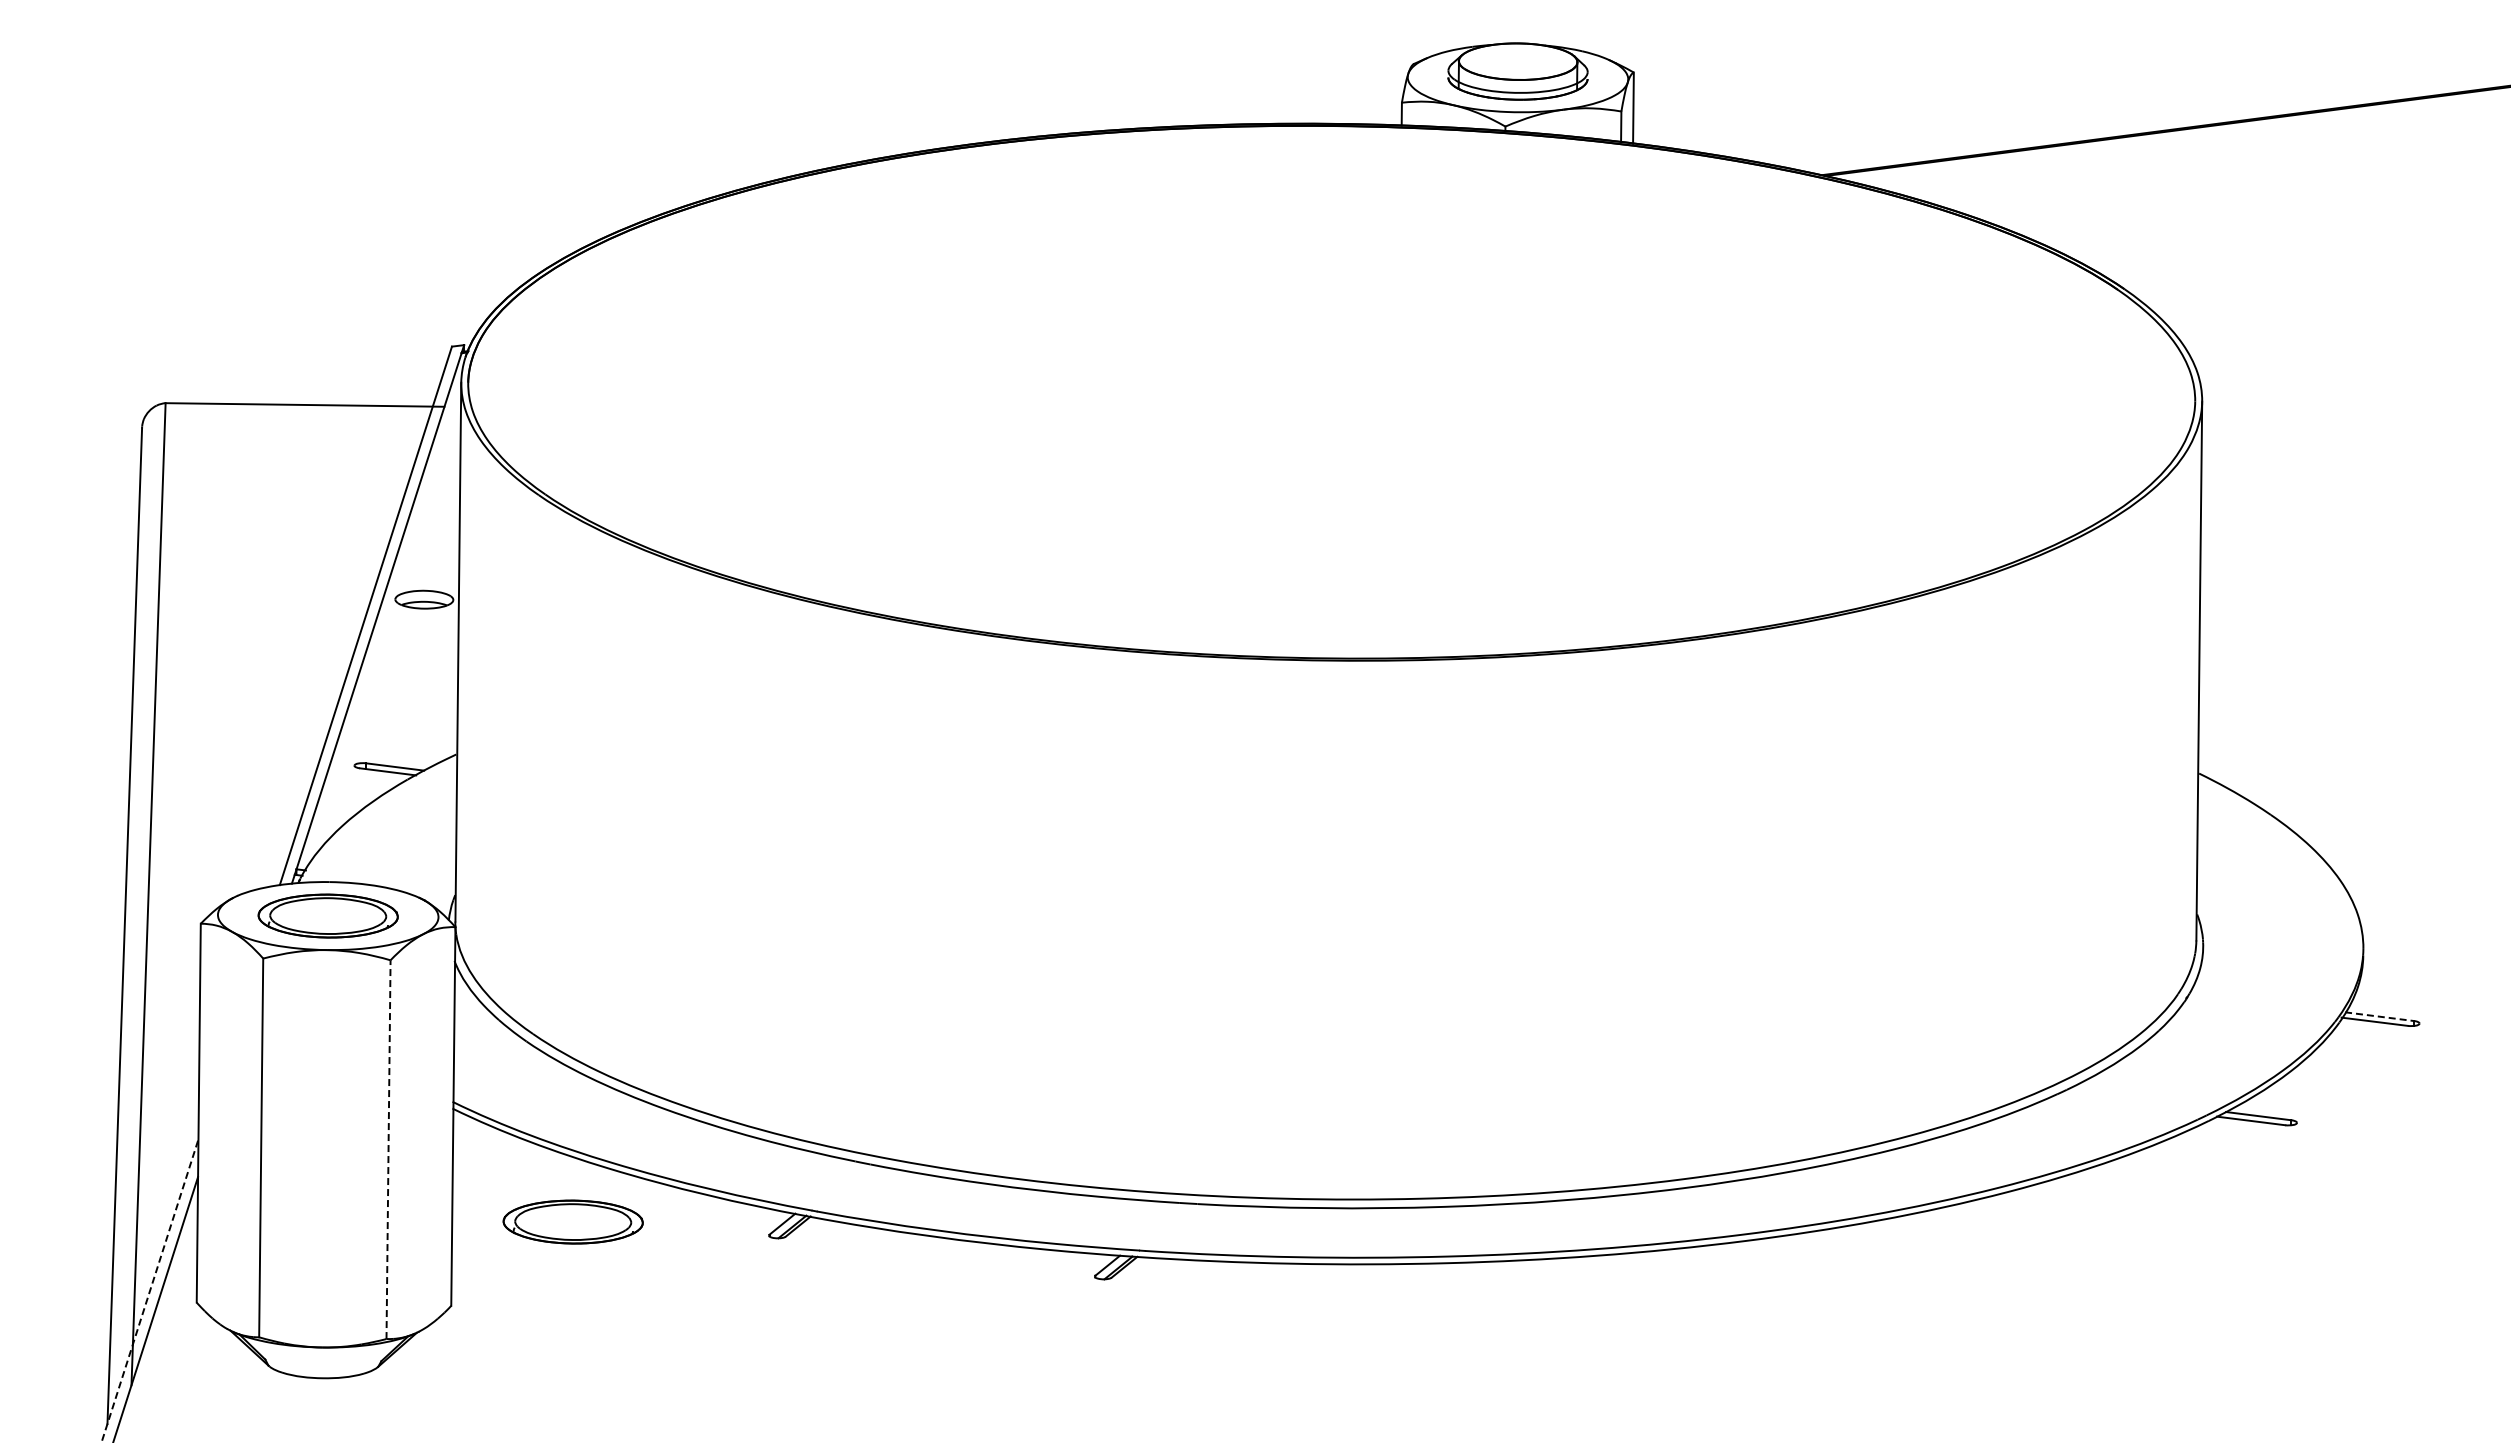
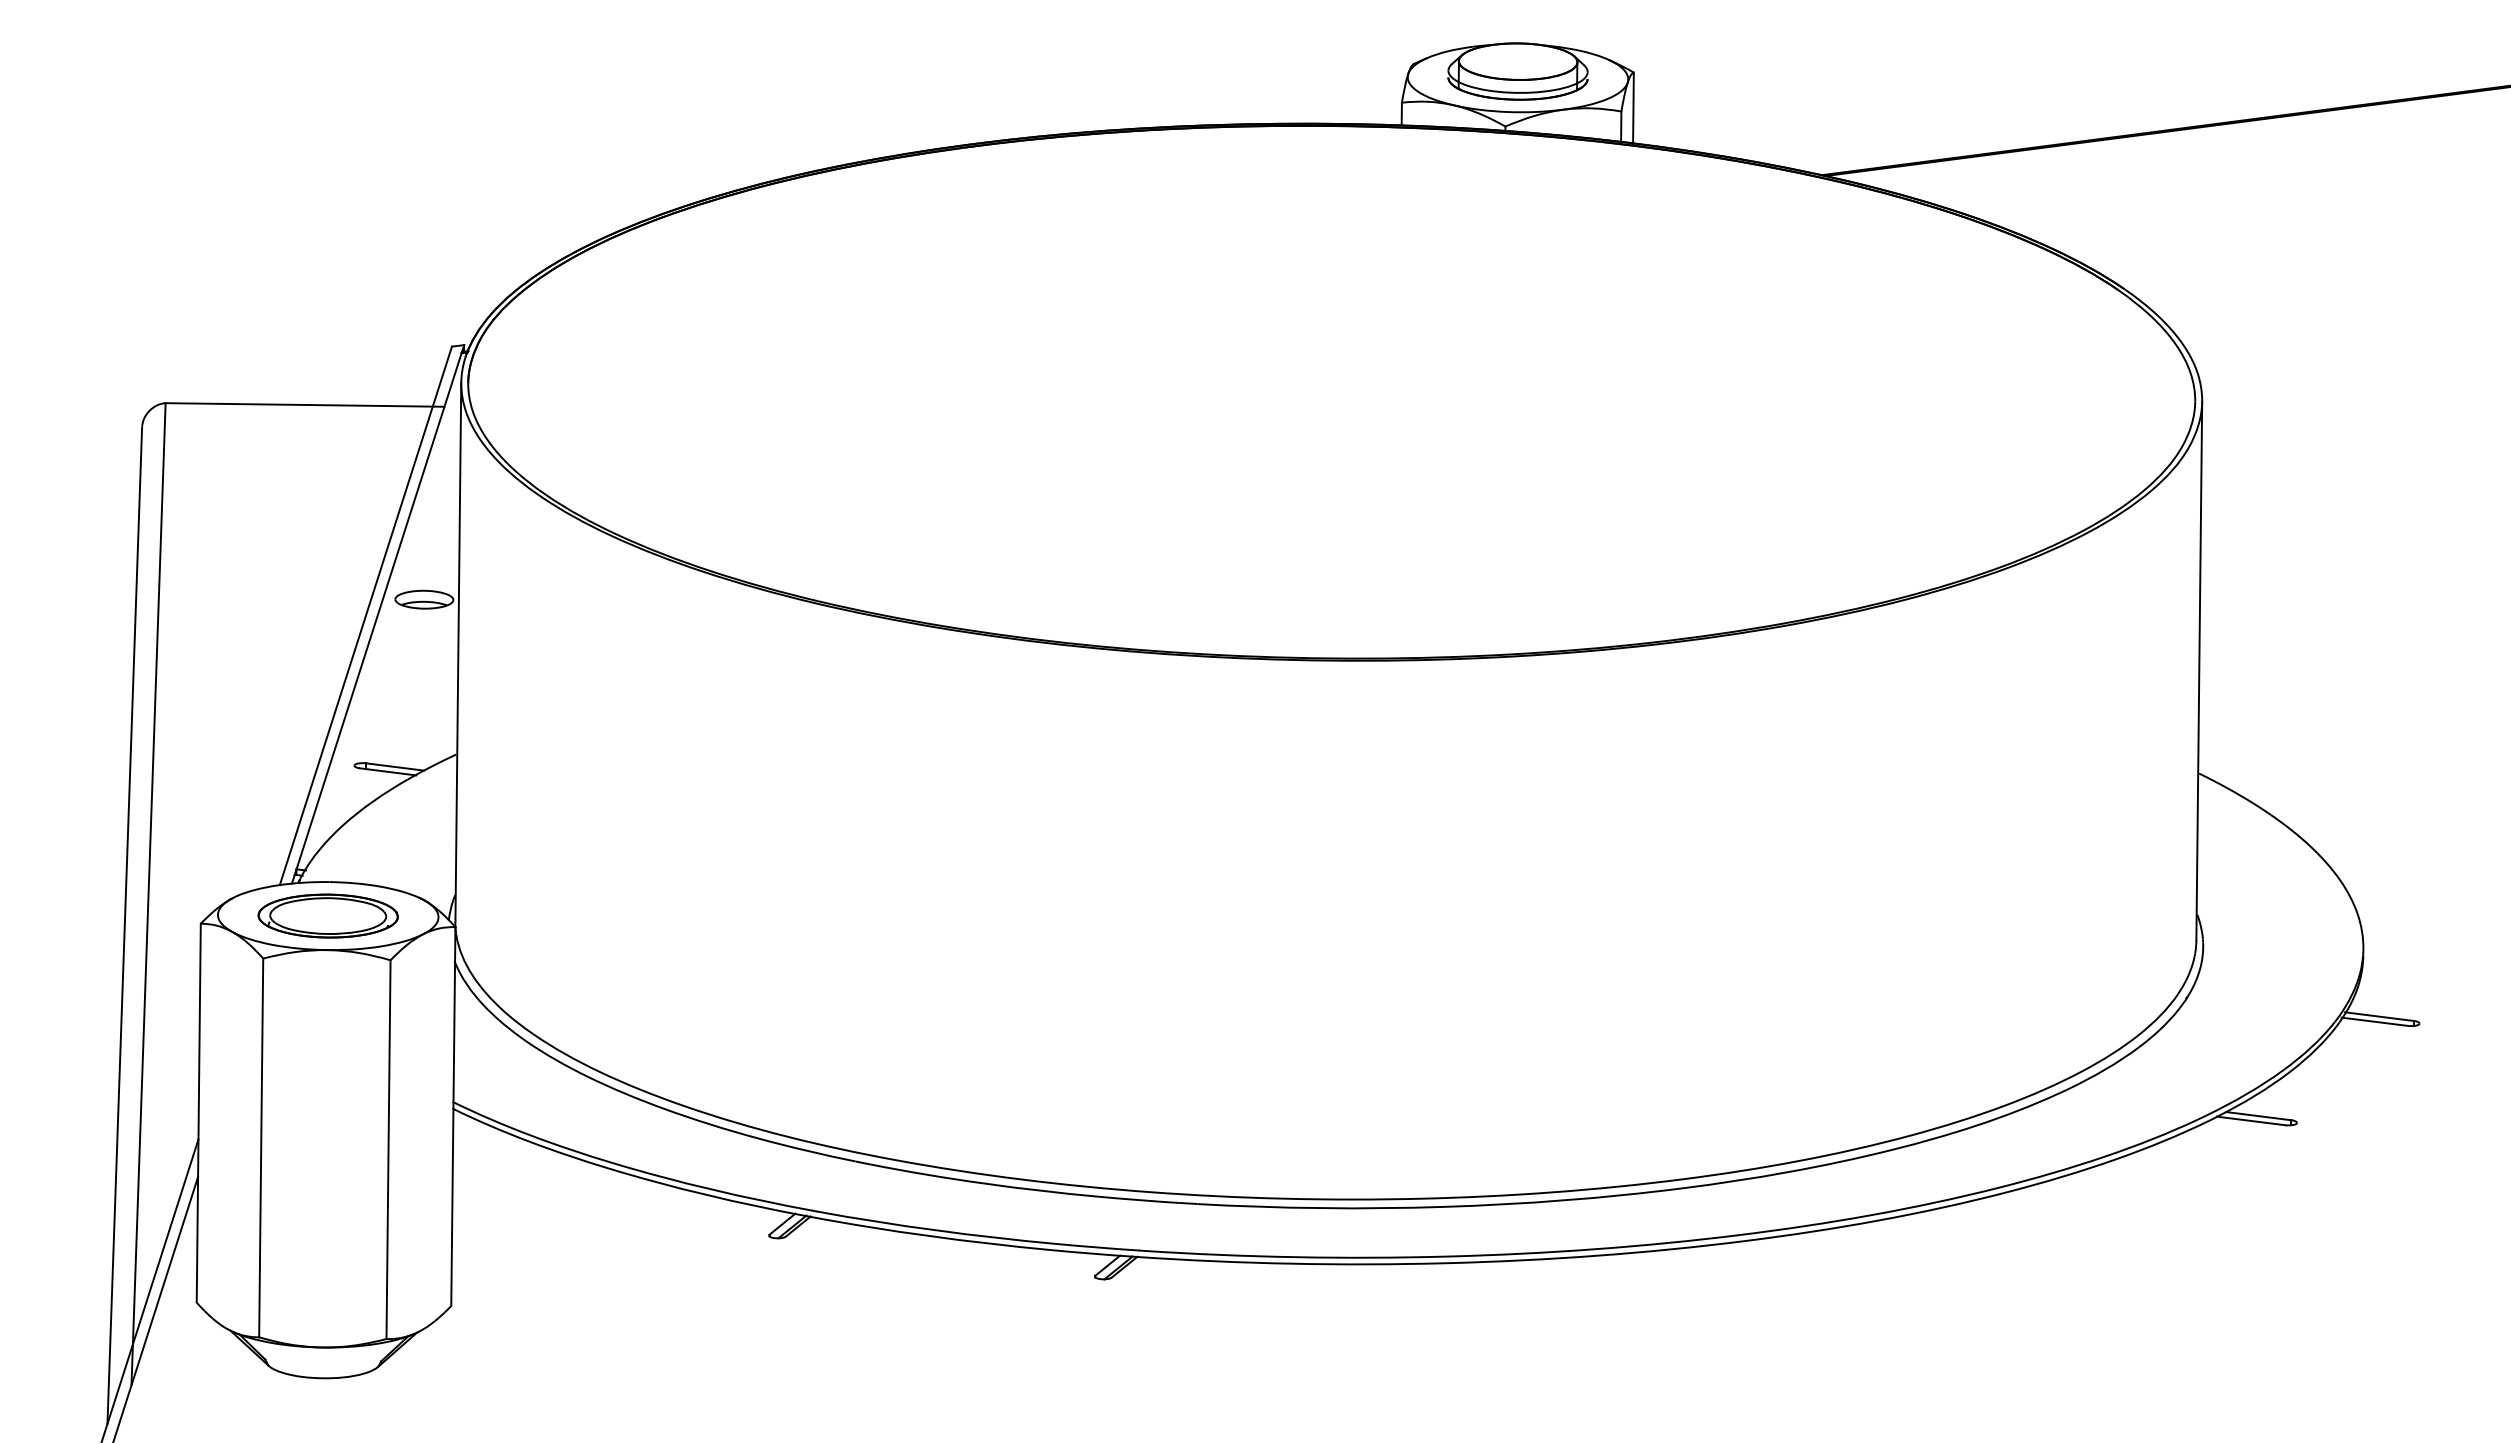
line at (2379, 1016): dashed -> solid
line at (388, 1149): dashed -> solid
part at (572, 1221): present -> none
line at (150, 1290): dashed -> solid
